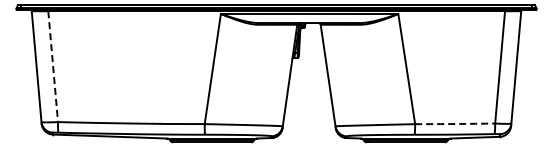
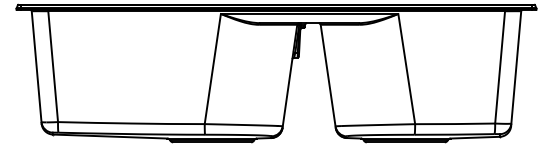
line at (53, 66): dashed -> solid
arc at (455, 124): dashed -> solid
